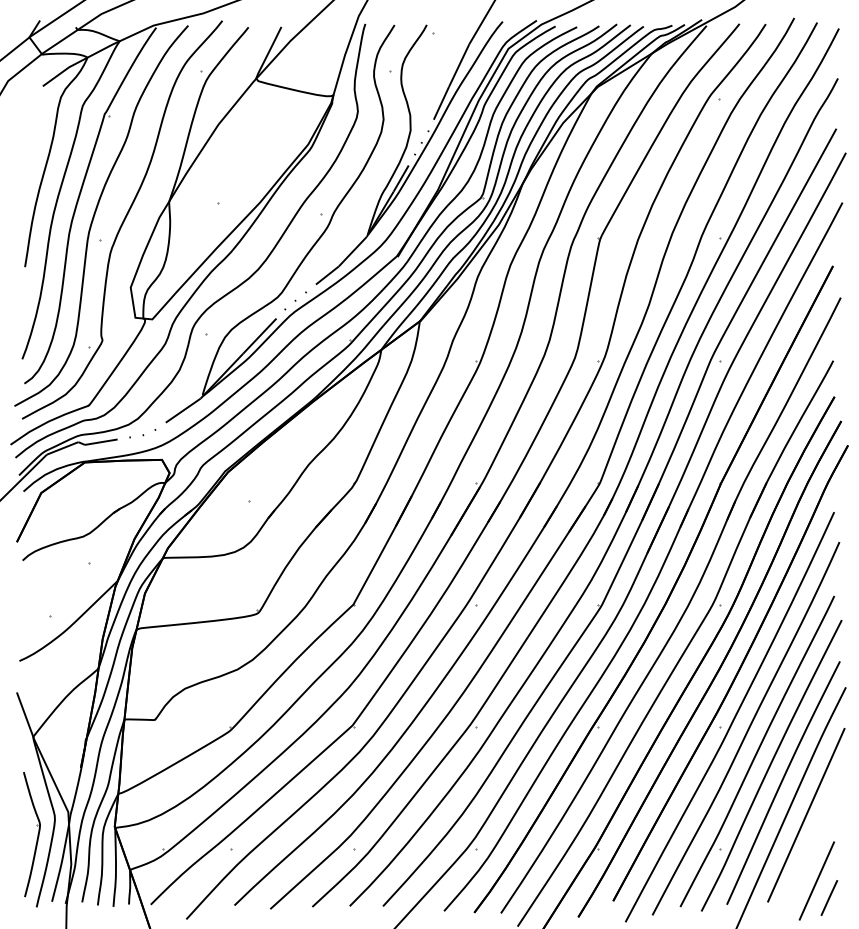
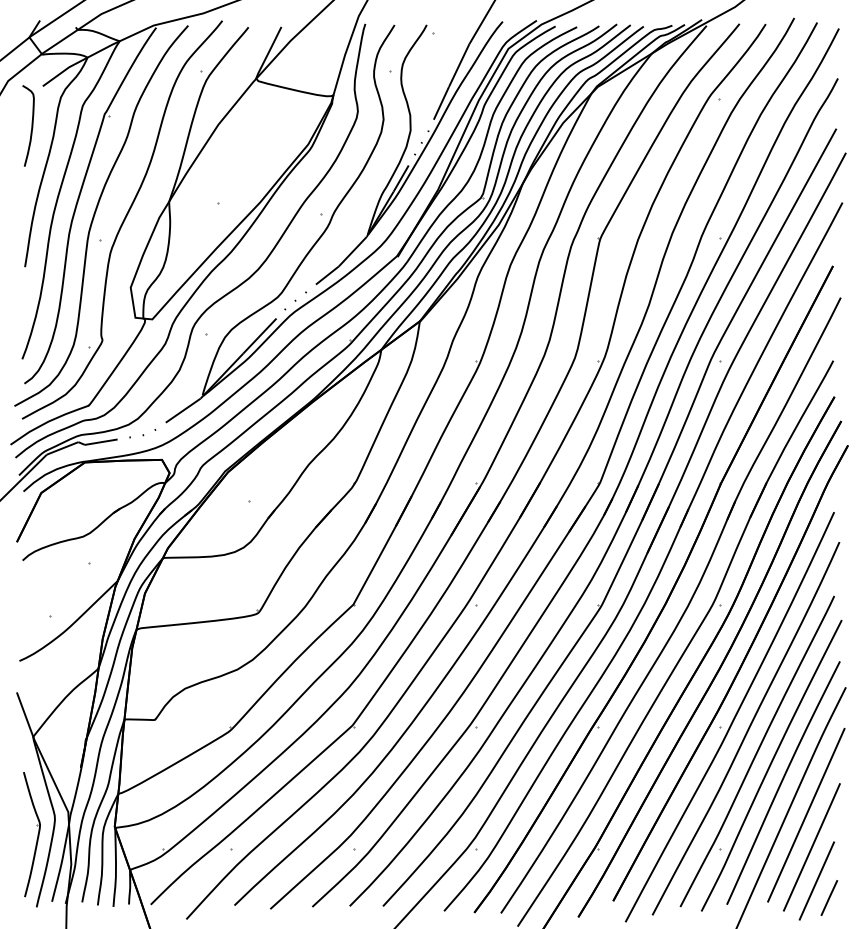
curve at (31, 125): none -> present
line at (811, 847): none -> present
